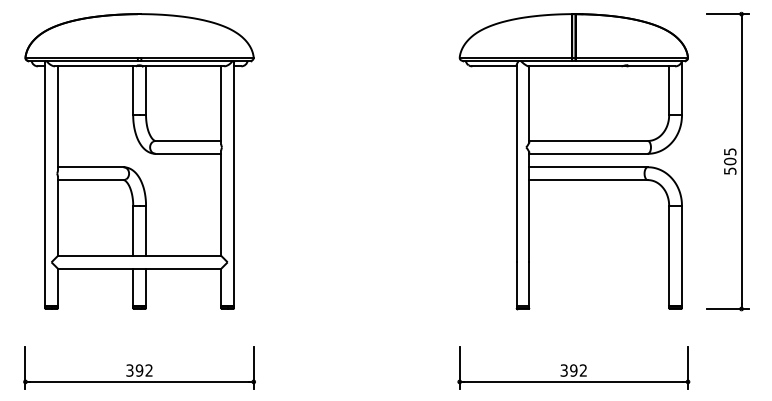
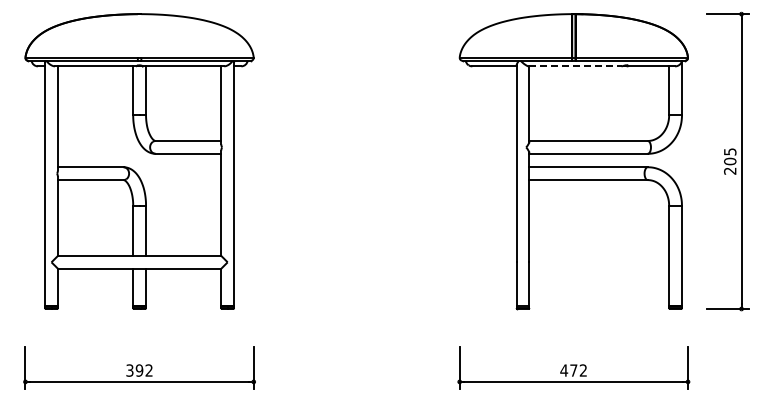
line at (575, 66): solid -> dashed
text at (730, 170): 505 -> 205
text at (568, 370): 392 -> 472
